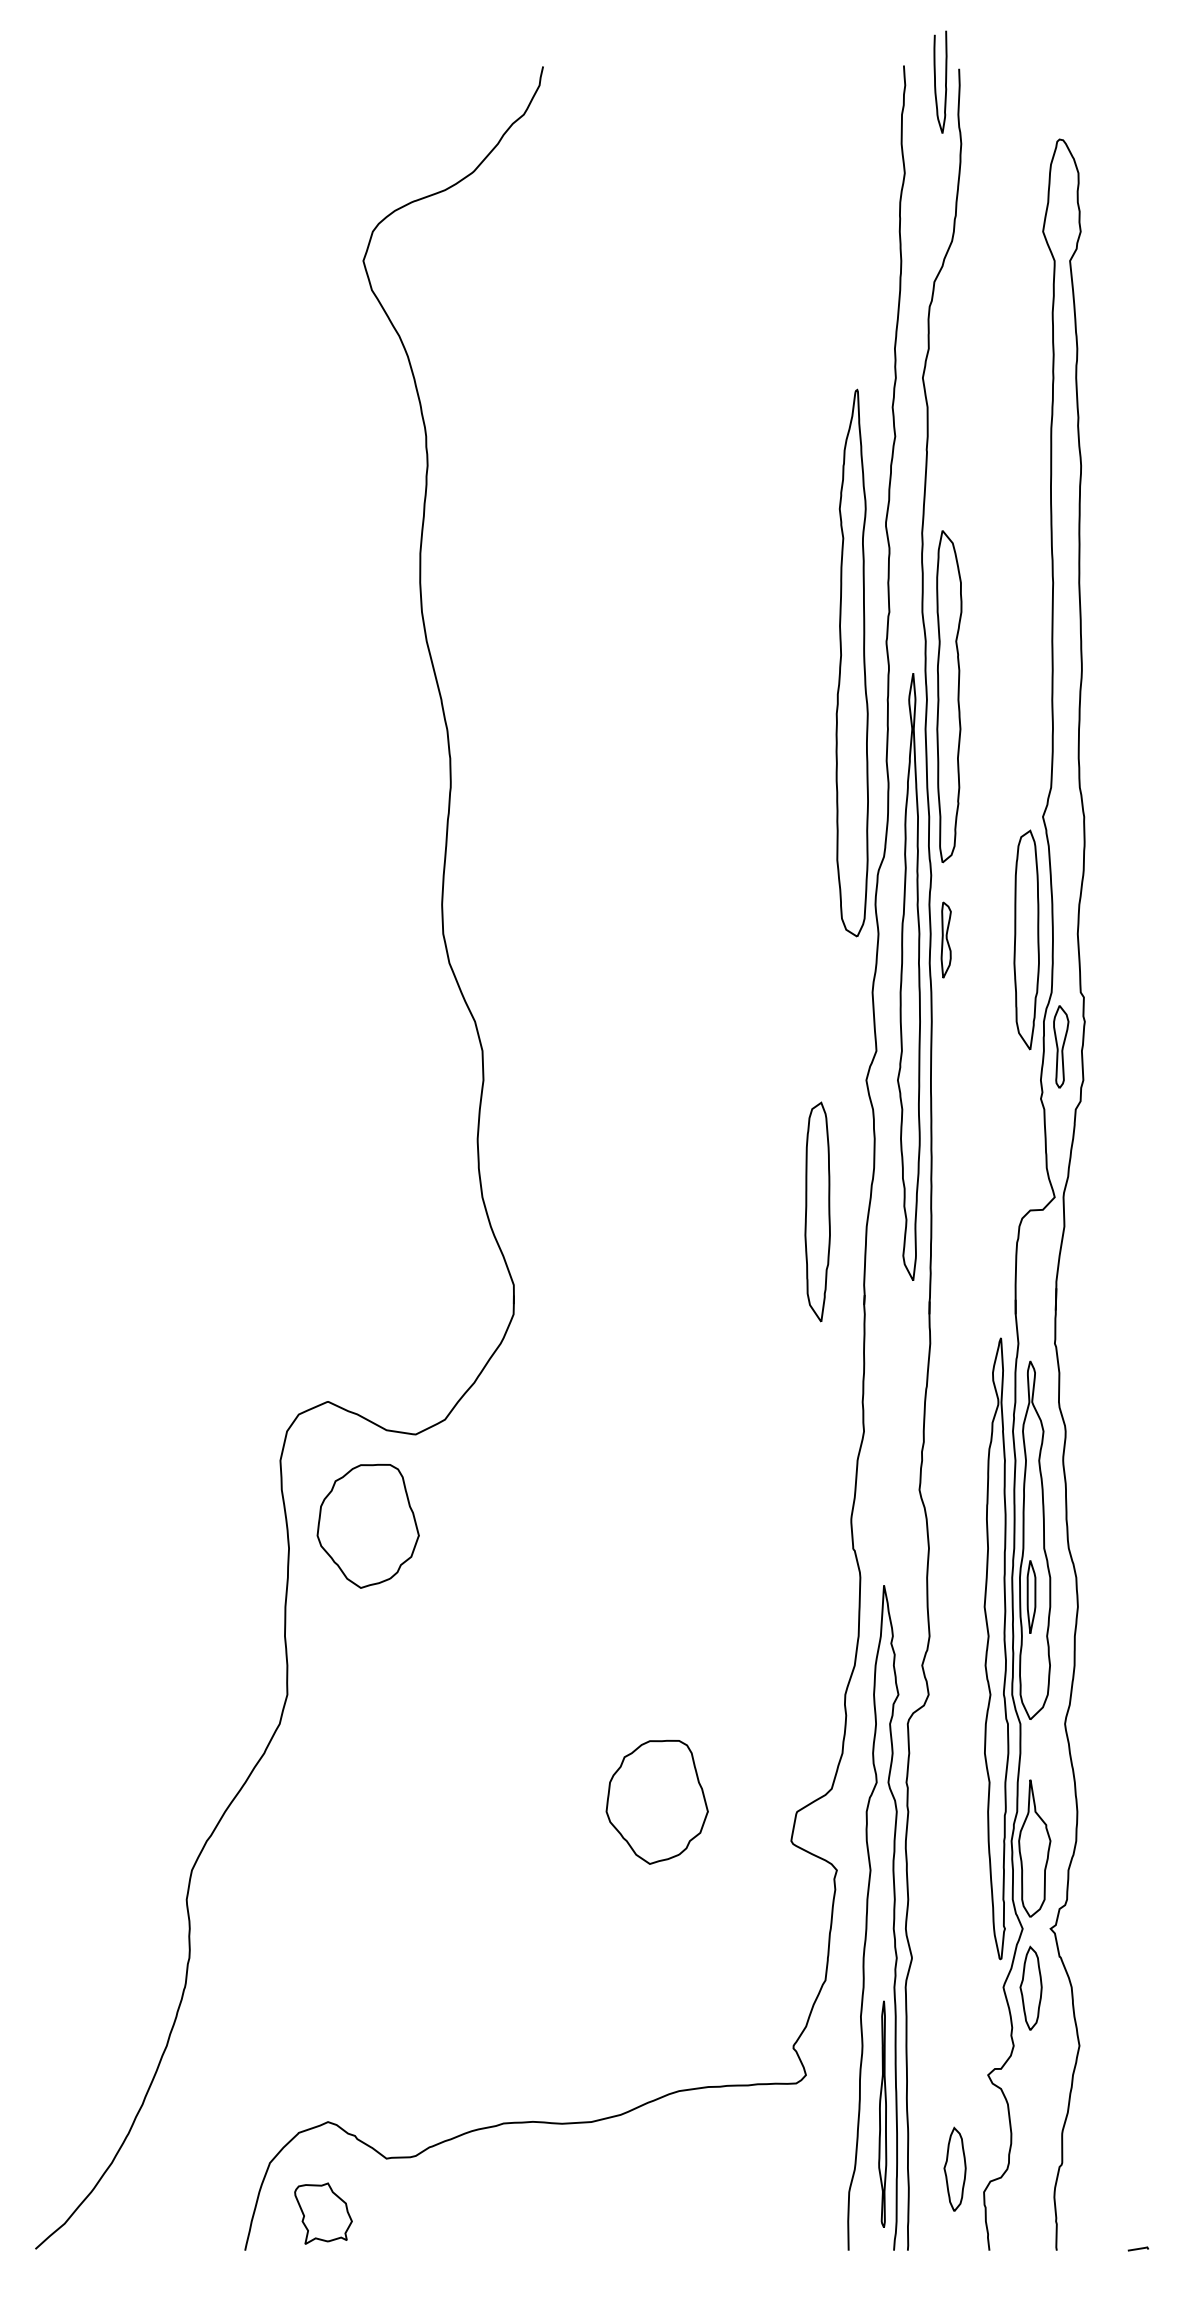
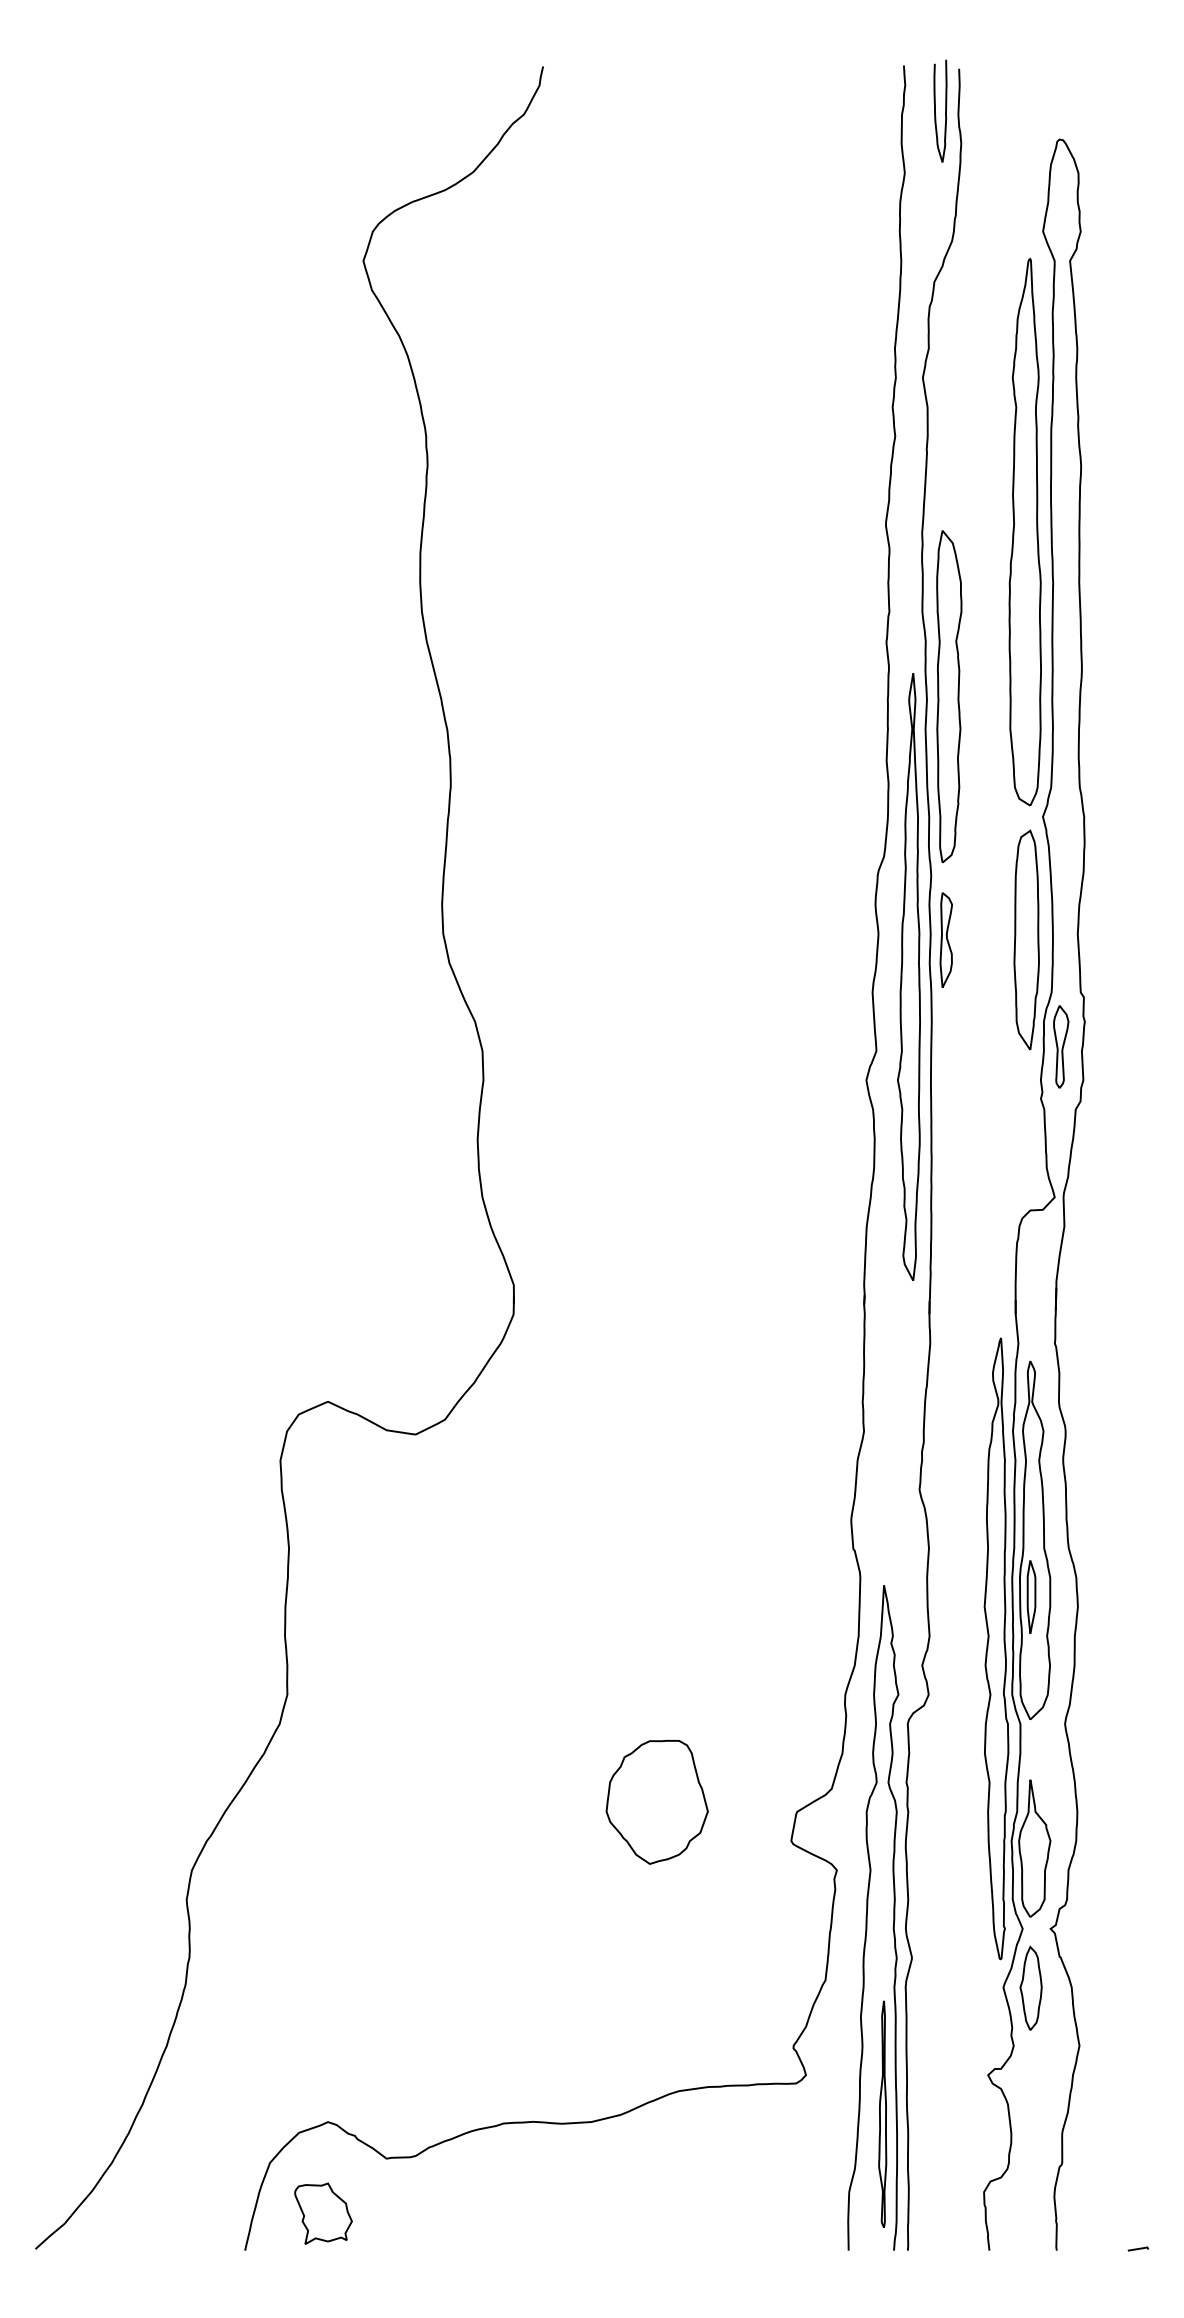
curve at (935, 81) position: (935, 81) -> (935, 110)
part at (851, 662) position: (851, 662) -> (1024, 531)
part at (945, 939) size: 12x78 px -> 14x96 px
part at (817, 1211): present -> none
part at (367, 1525): present -> none
part at (954, 2168): present -> none
